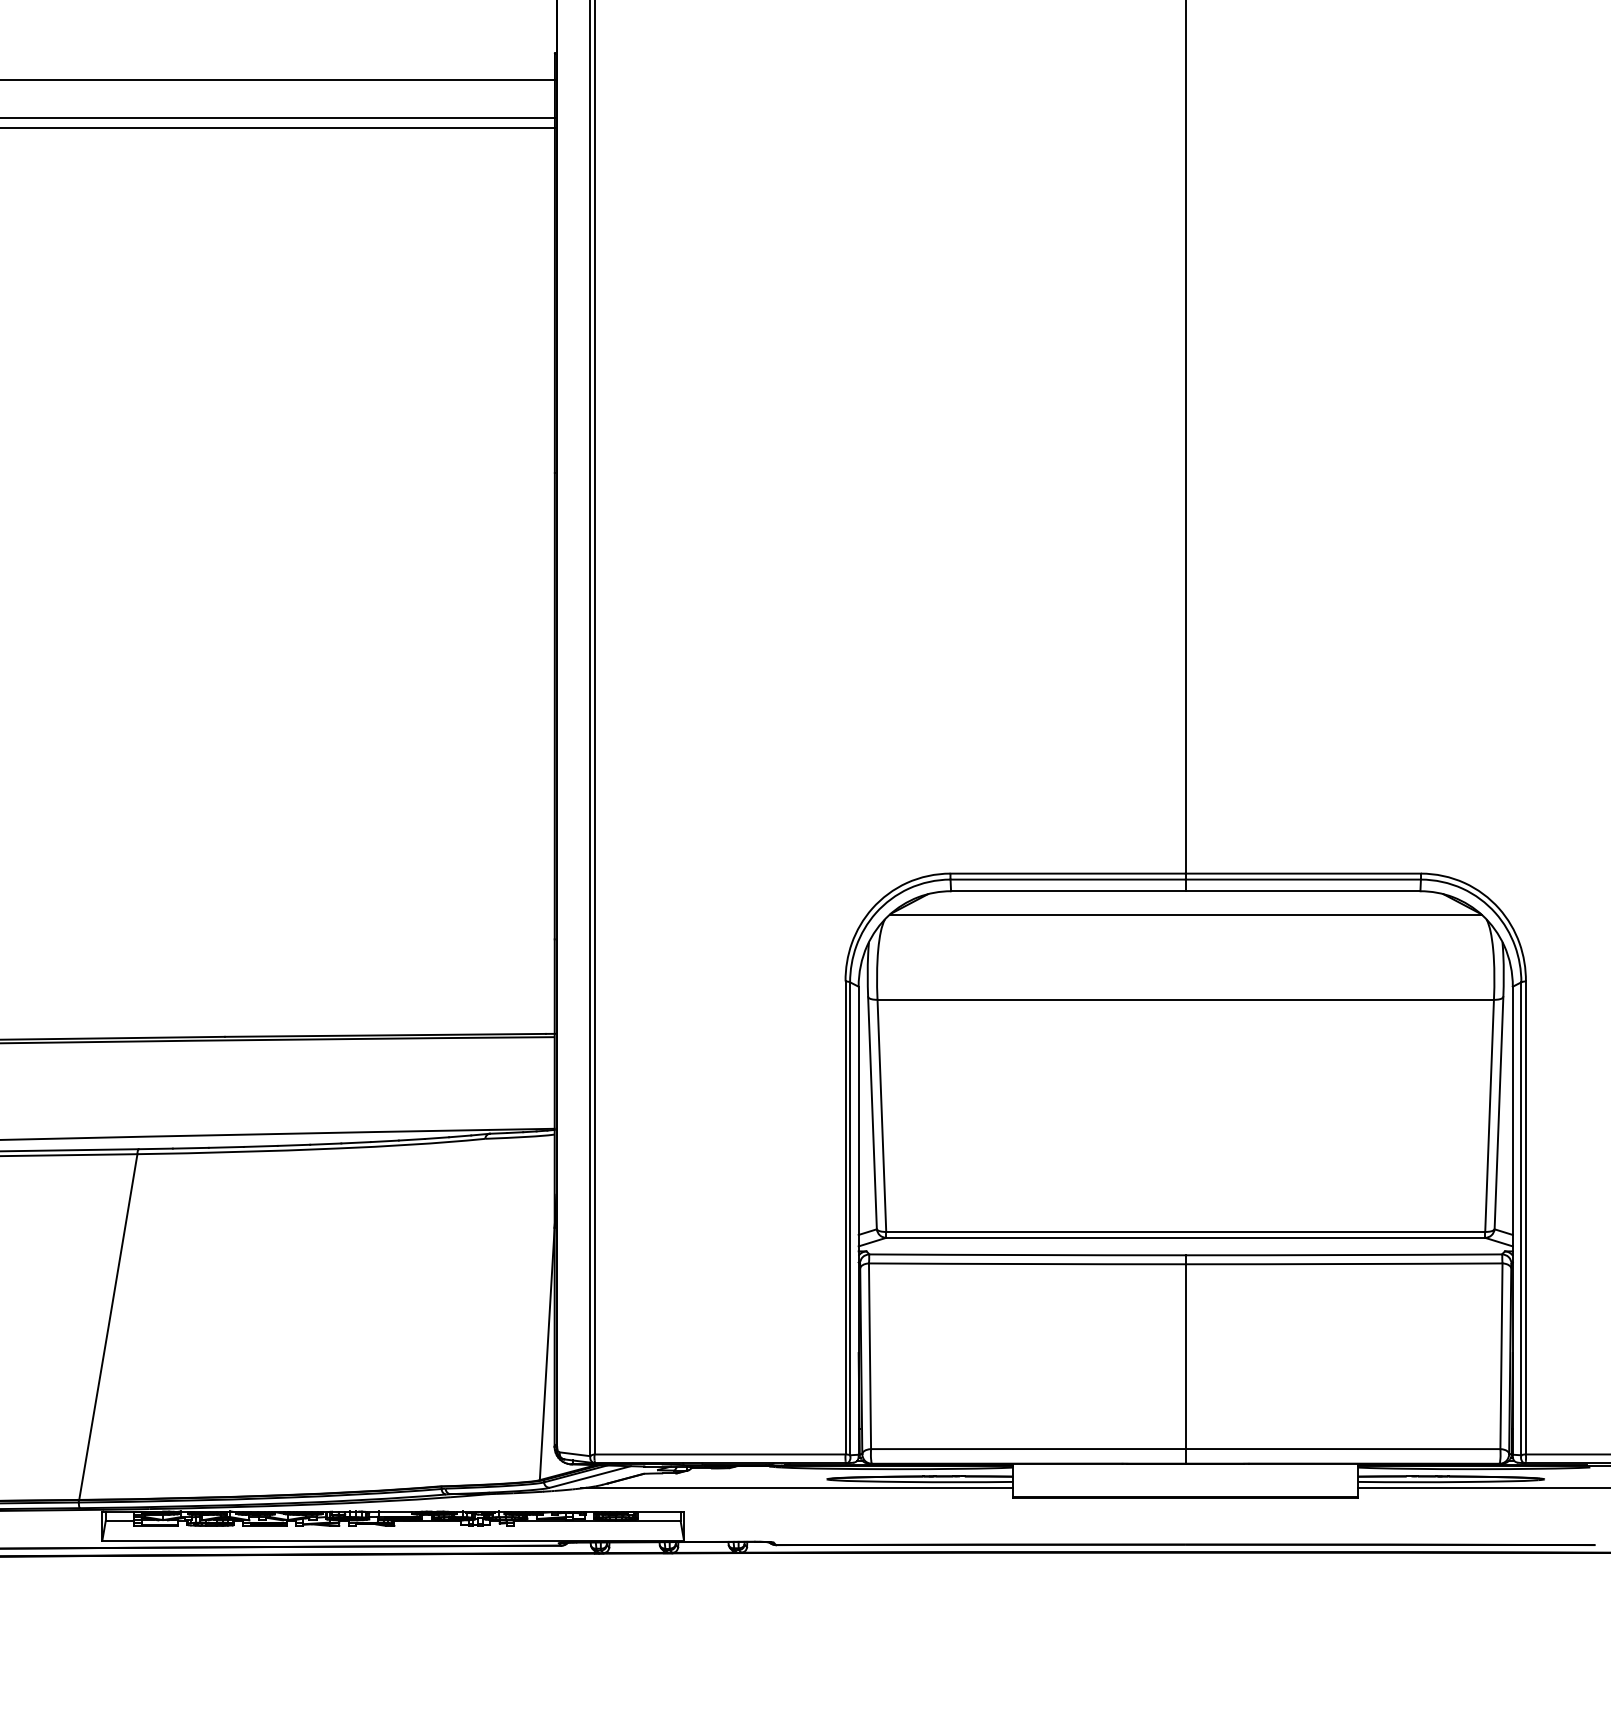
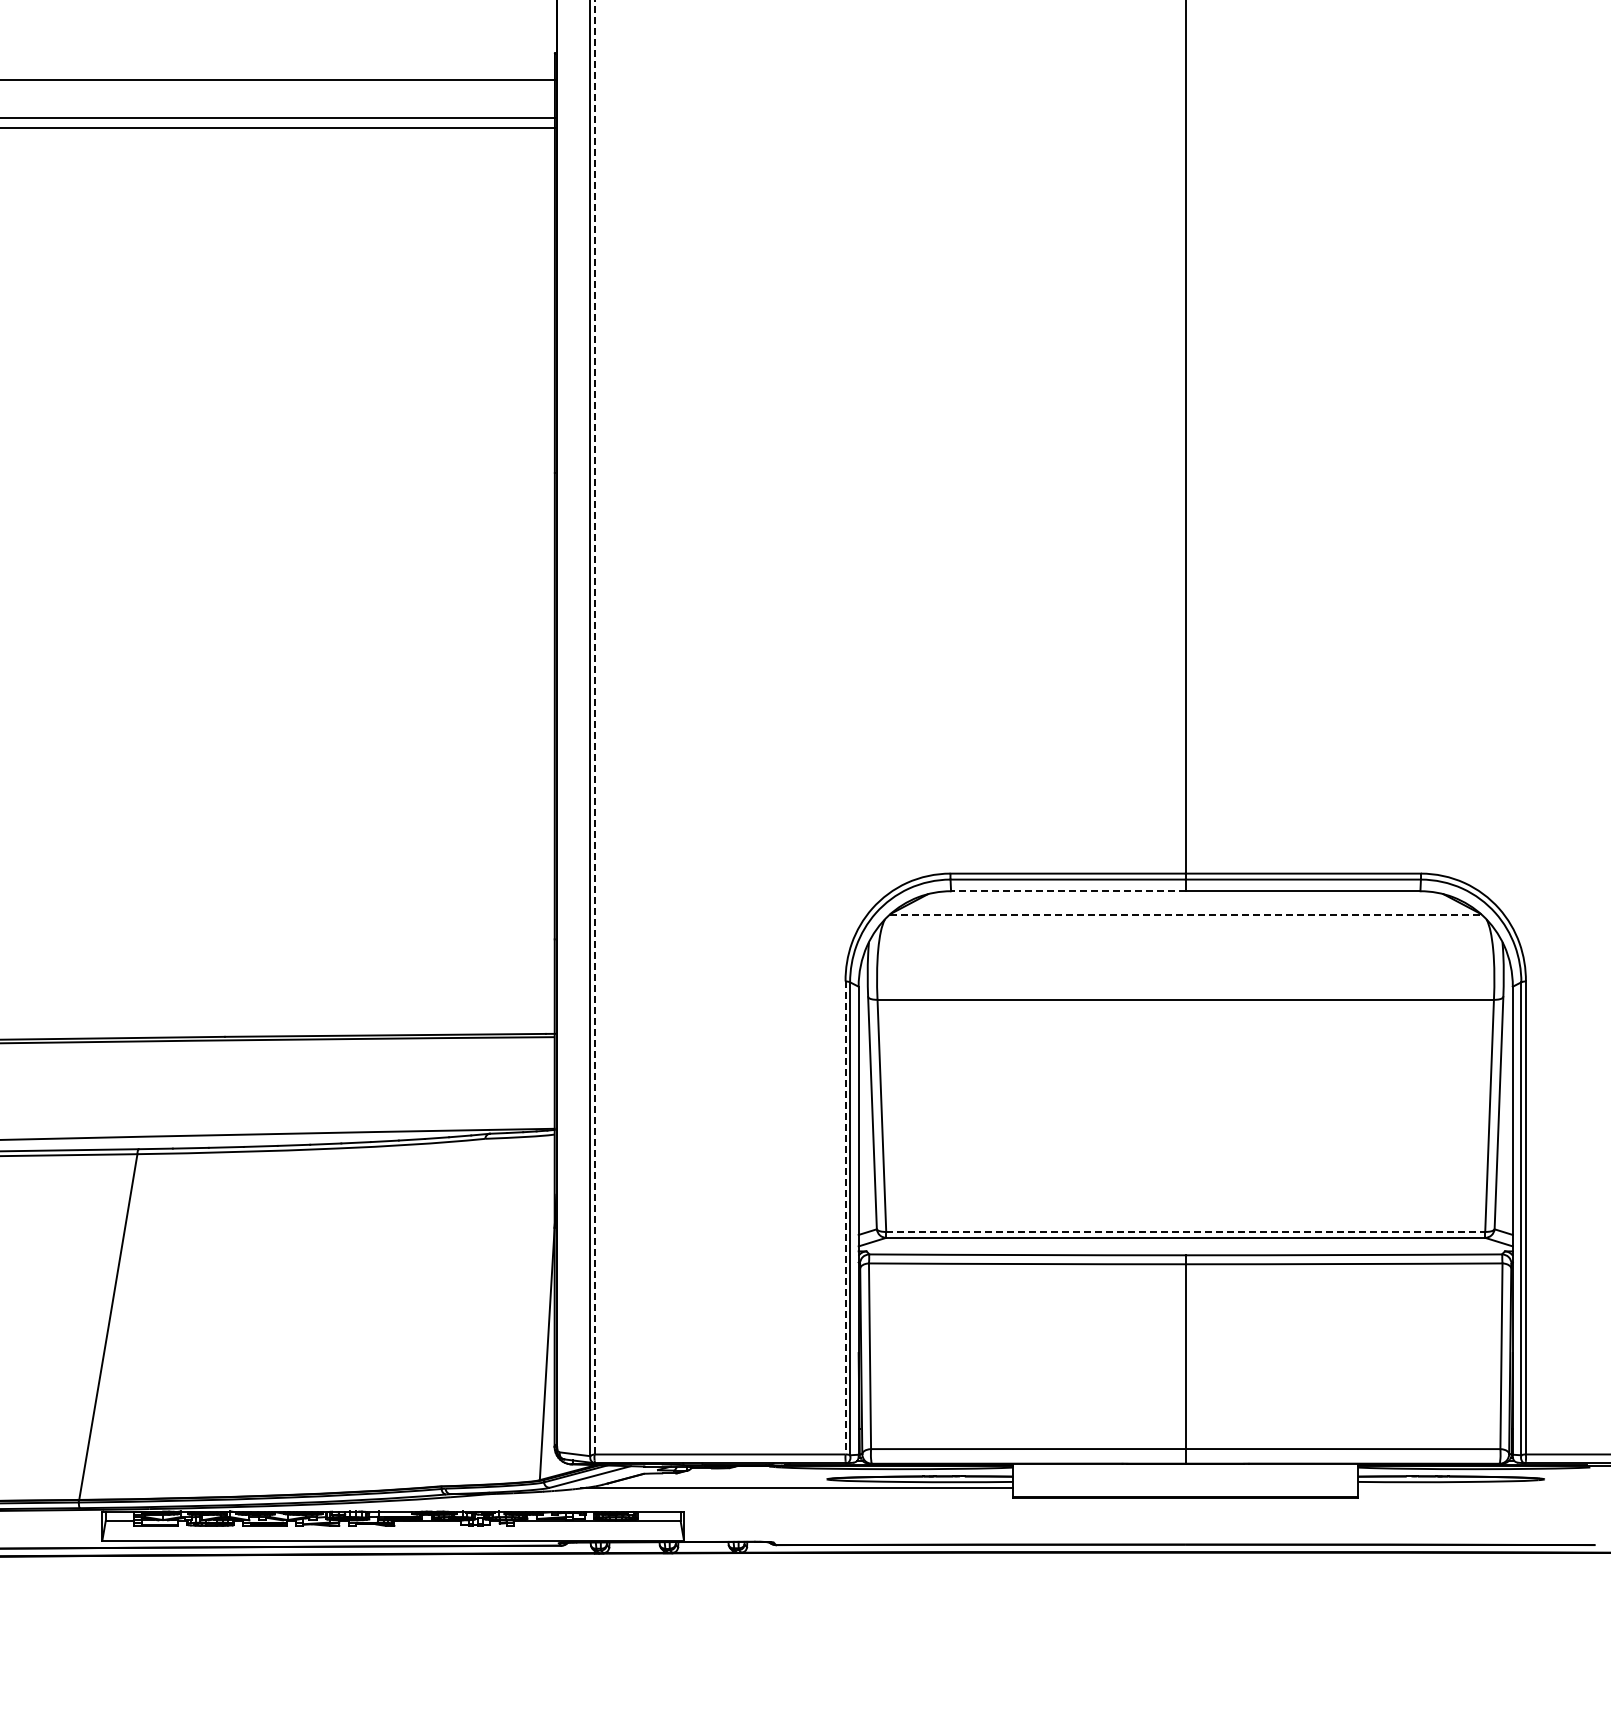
line at (594, 727): solid -> dashed
line at (1067, 891): solid -> dashed
line at (1185, 914): solid -> dashed
line at (845, 1218): solid -> dashed
line at (1186, 1231): solid -> dashed
line at (1482, 1488): present -> none
